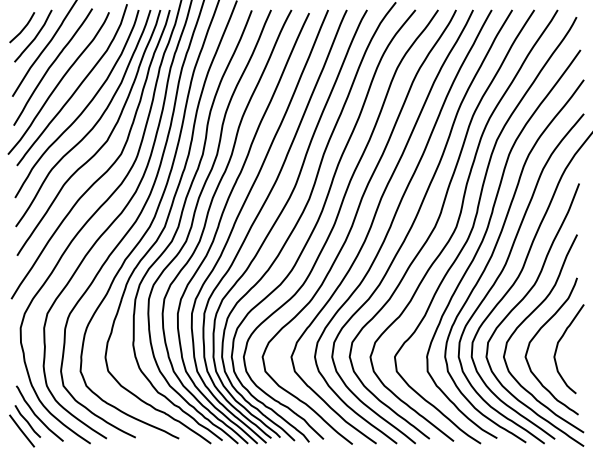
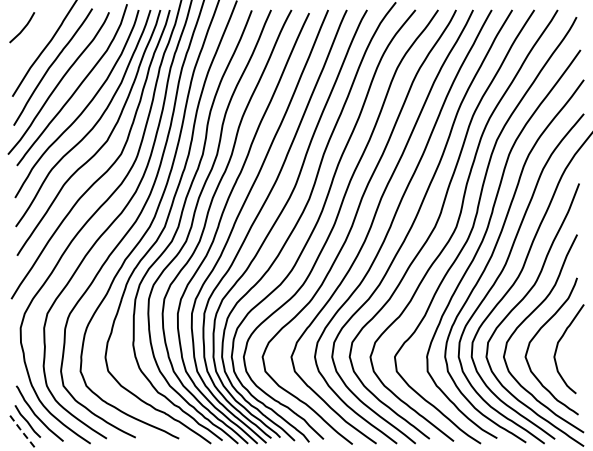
curve at (35, 35): present -> none
line at (21, 430): solid -> dashed
